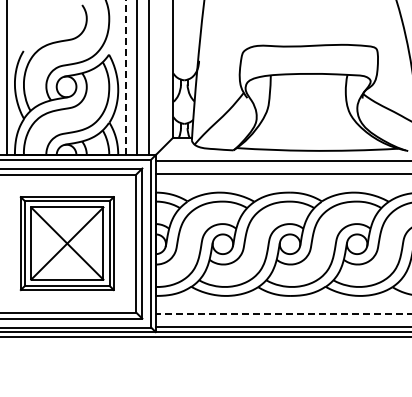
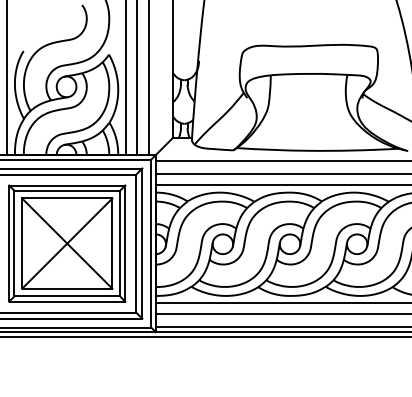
line at (125, 77): dashed -> solid
line at (281, 185): none -> present
part at (66, 243) size: 96x96 px -> 119x119 px
line at (281, 303): none -> present
line at (283, 314): dashed -> solid
